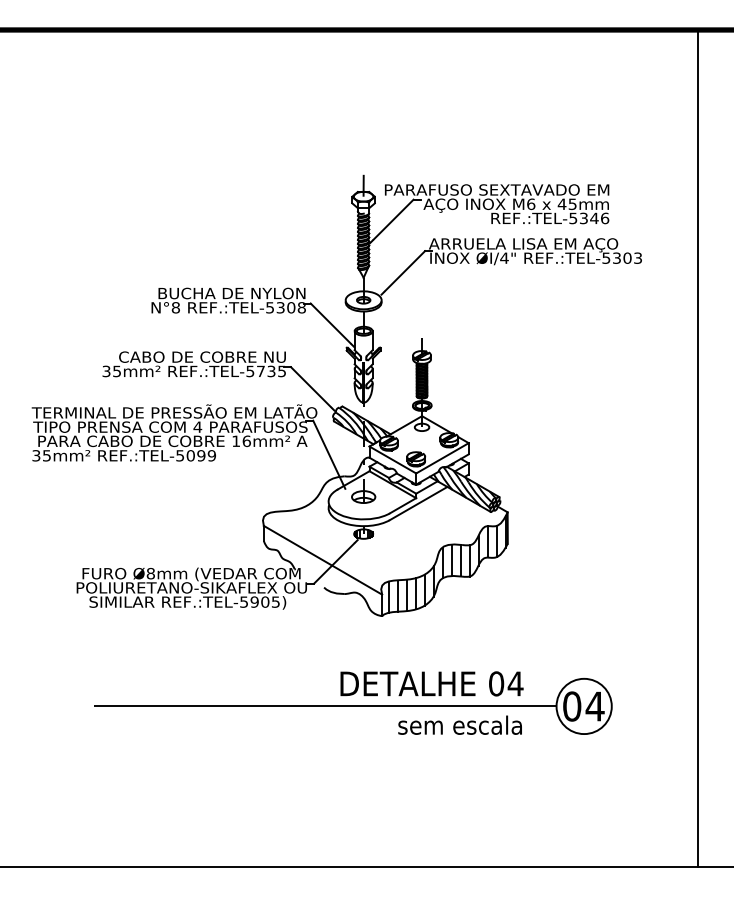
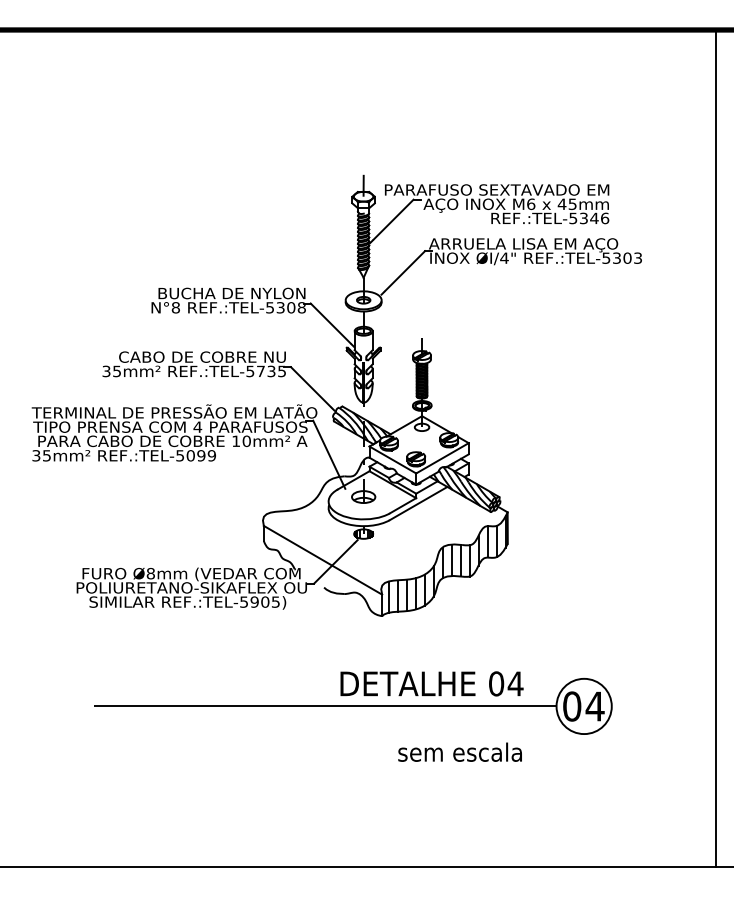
text at (246, 440): 16mm² -> 10mm²
line at (697, 447) position: (697, 447) -> (715, 447)
text at (459, 724) position: (459, 724) -> (459, 751)
